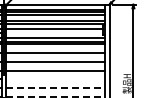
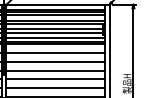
line at (54, 32): none -> present
line at (55, 79): none -> present
line at (55, 88): dashed -> solid
line at (55, 96): dashed -> solid
